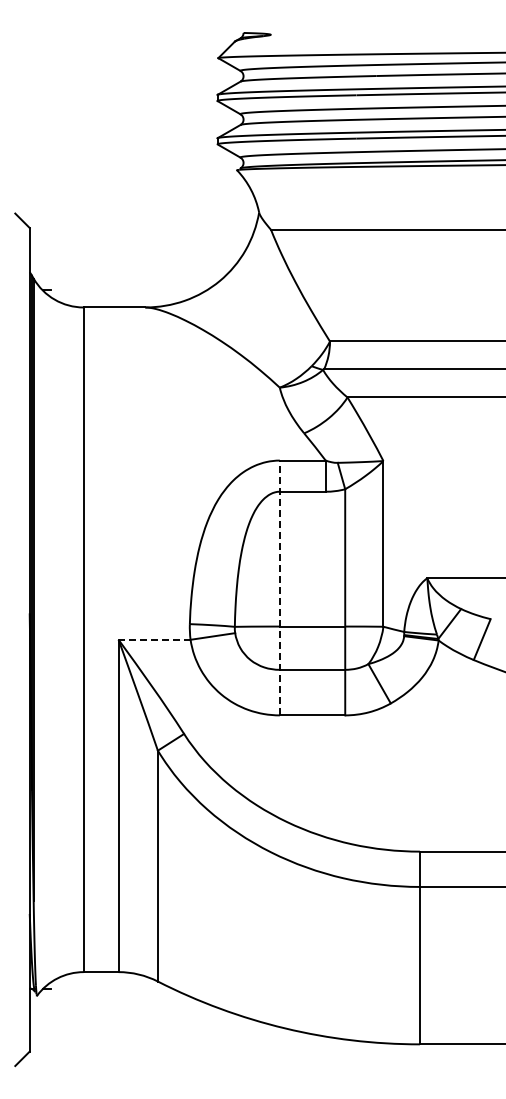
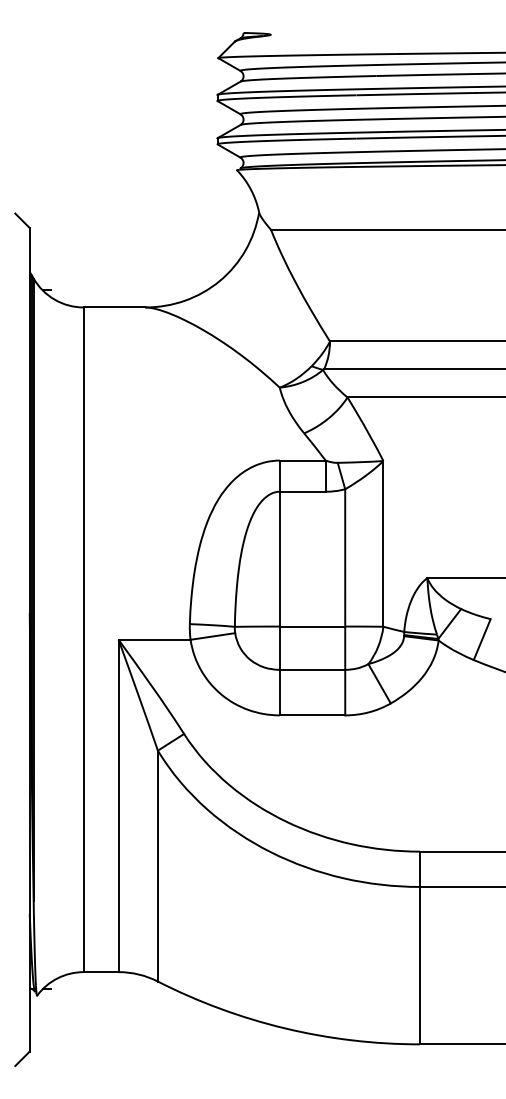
line at (279, 587): dashed -> solid
line at (154, 639): dashed -> solid
